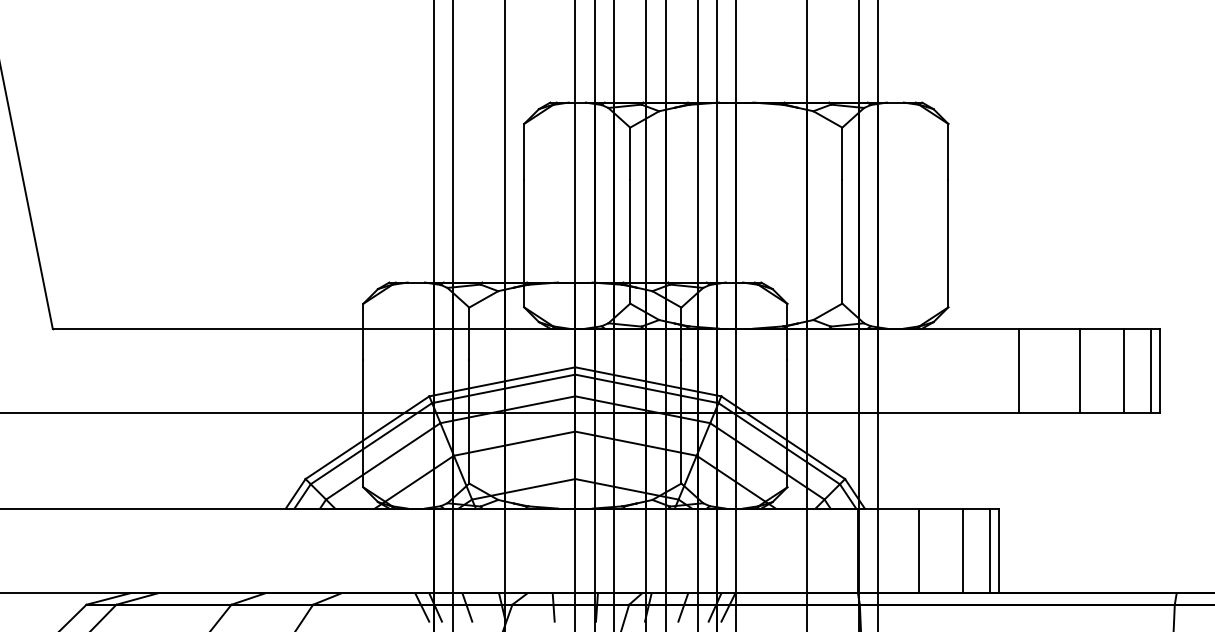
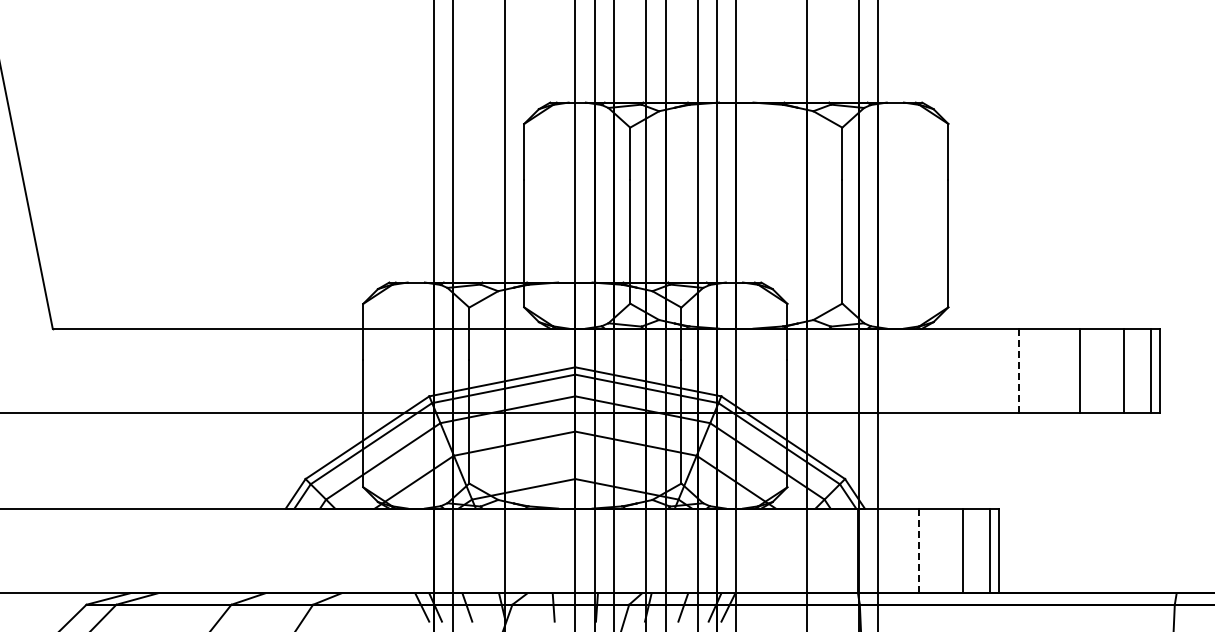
line at (1018, 370): solid -> dashed
line at (918, 550): solid -> dashed
